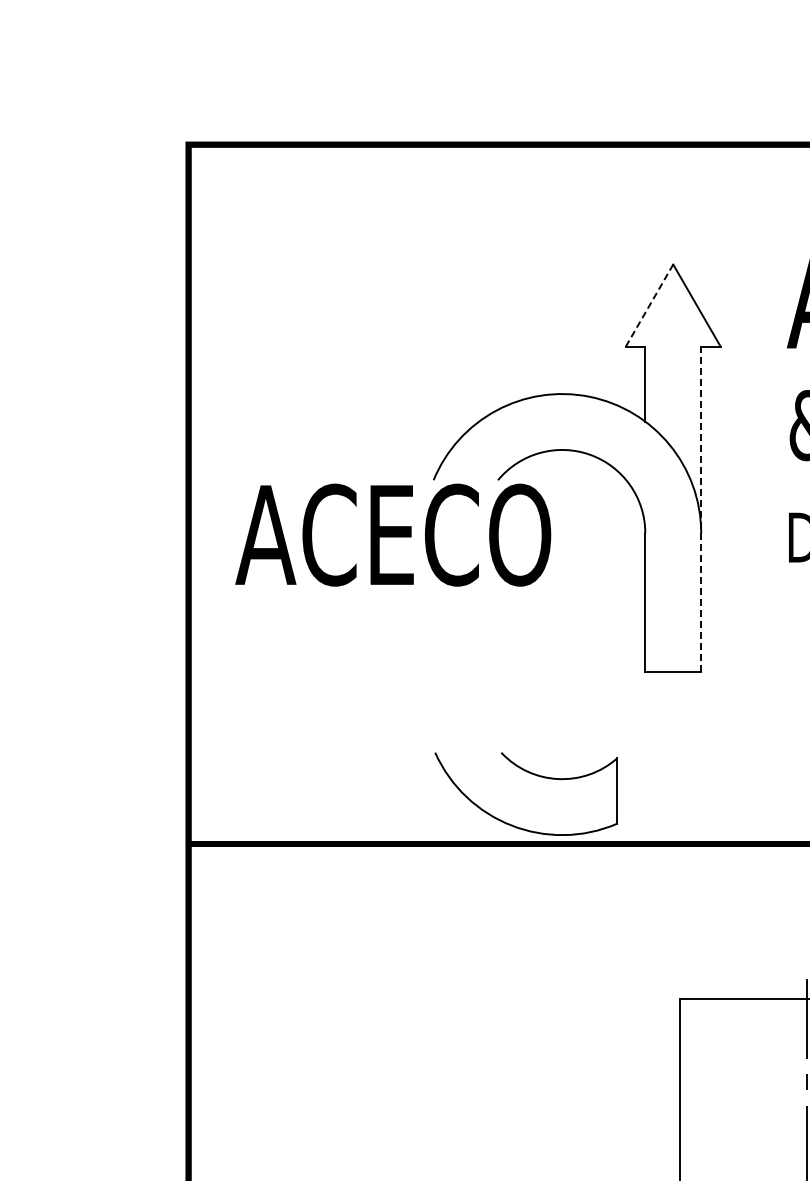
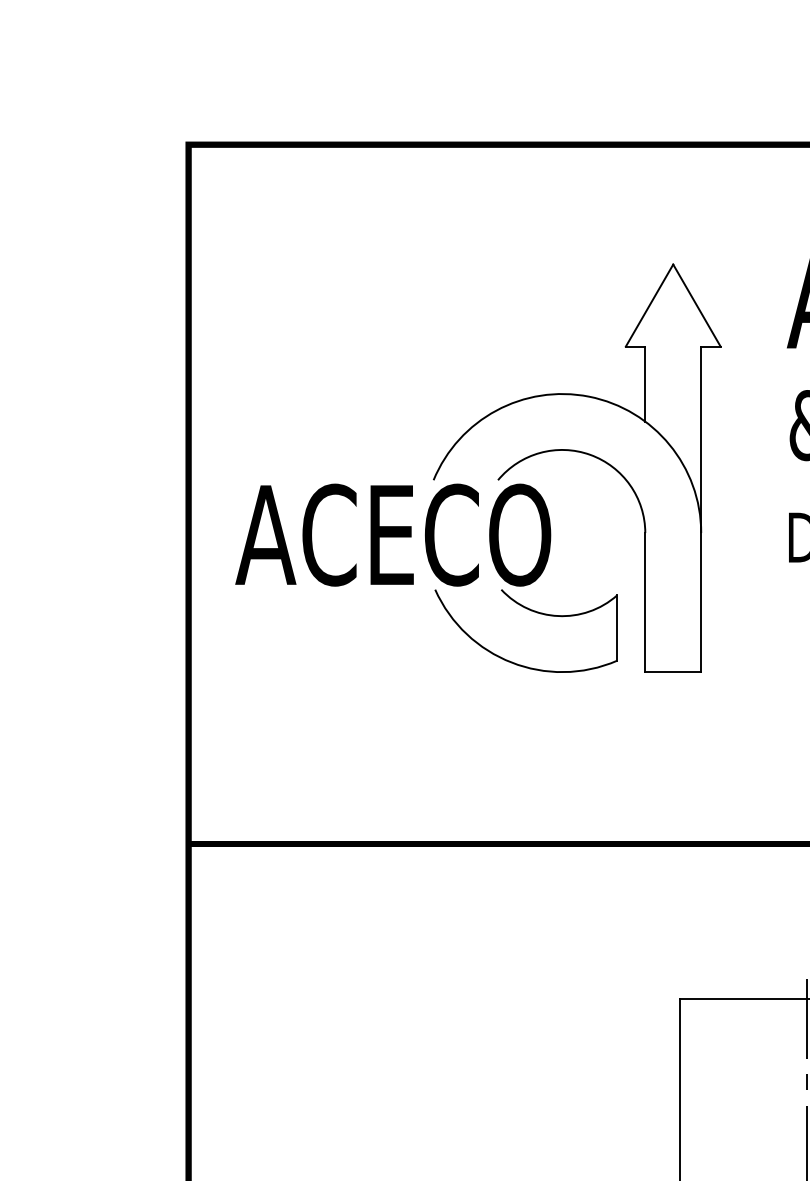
line at (649, 305): dashed -> solid
line at (701, 509): dashed -> solid
part at (531, 774) position: (531, 774) -> (531, 611)
